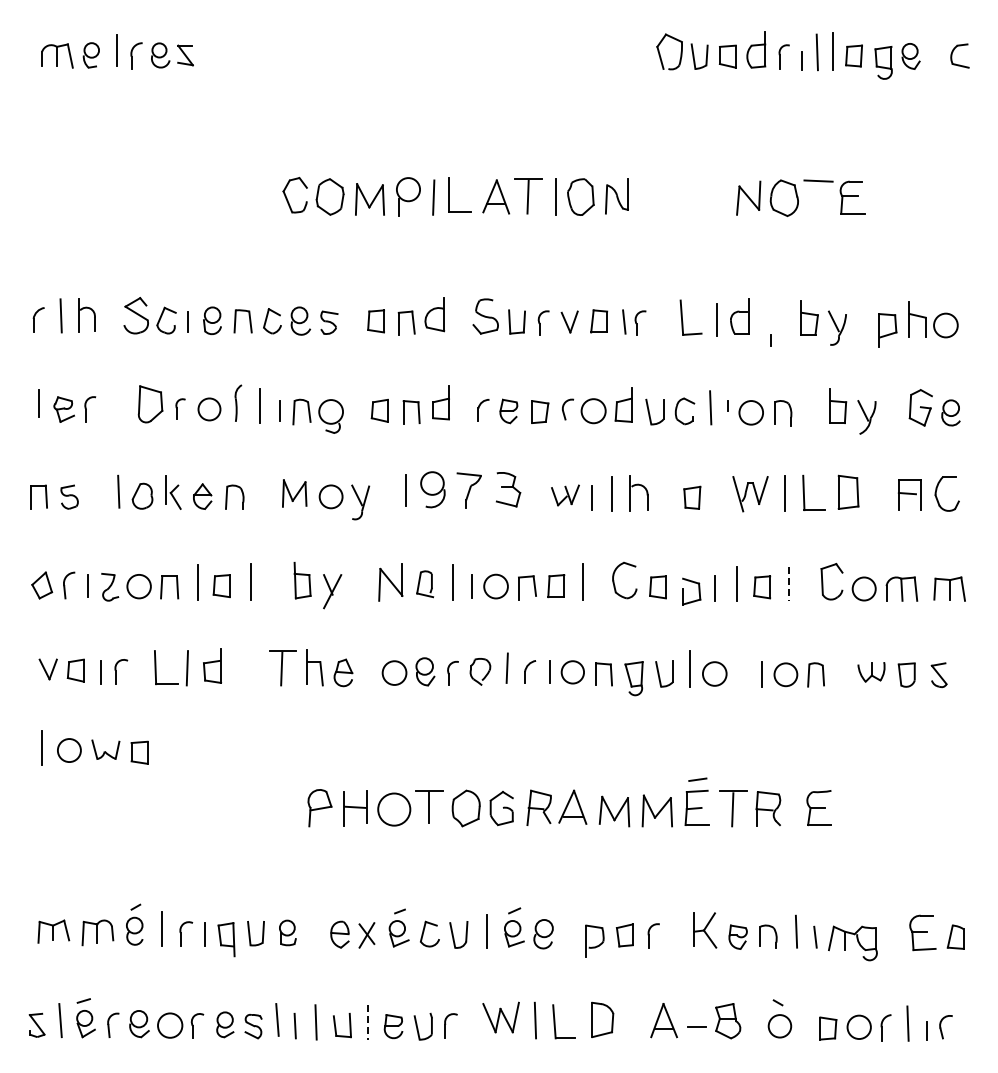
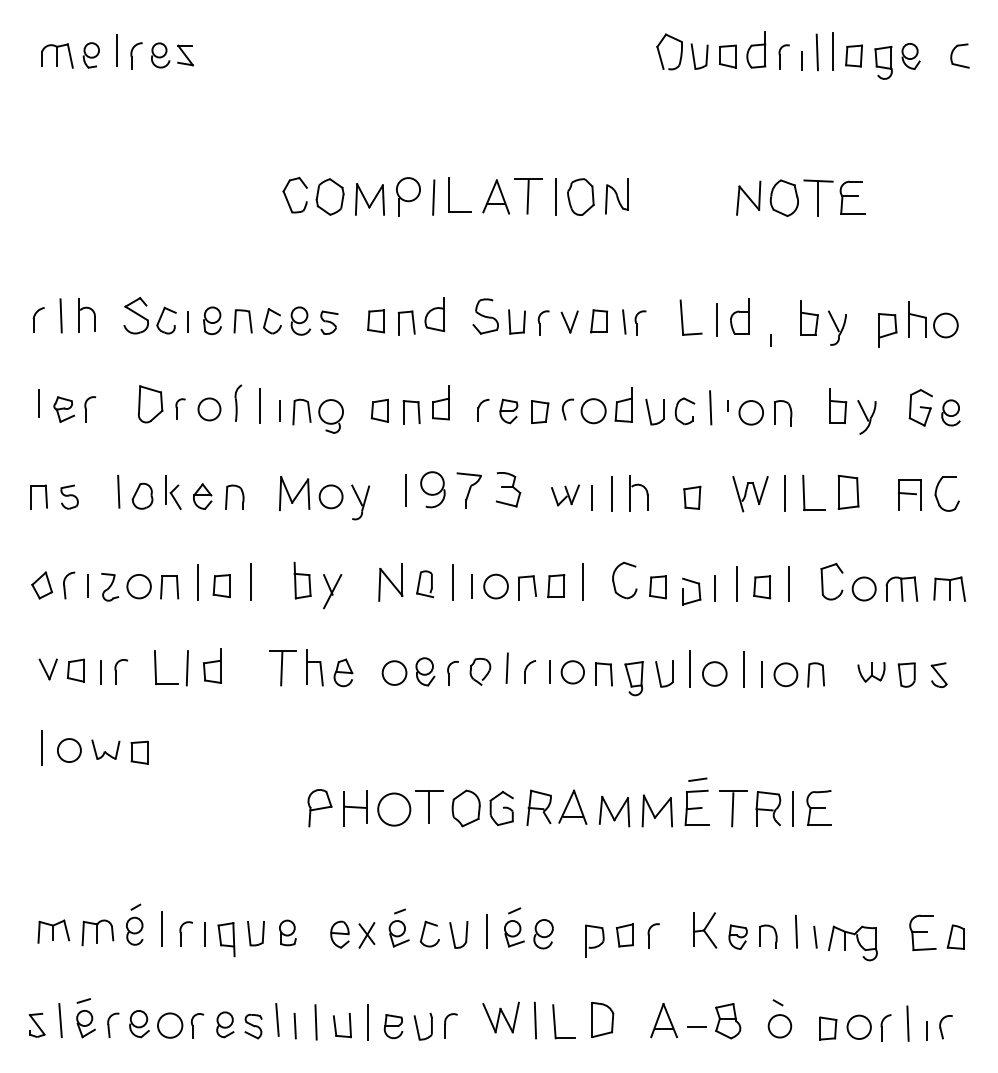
line at (817, 199): none -> present
part at (294, 493) size: 26x29 px -> 32x35 px
line at (788, 584): dashed -> solid
line at (744, 669): none -> present
line at (792, 808): none -> present
line at (368, 1022): dashed -> solid
